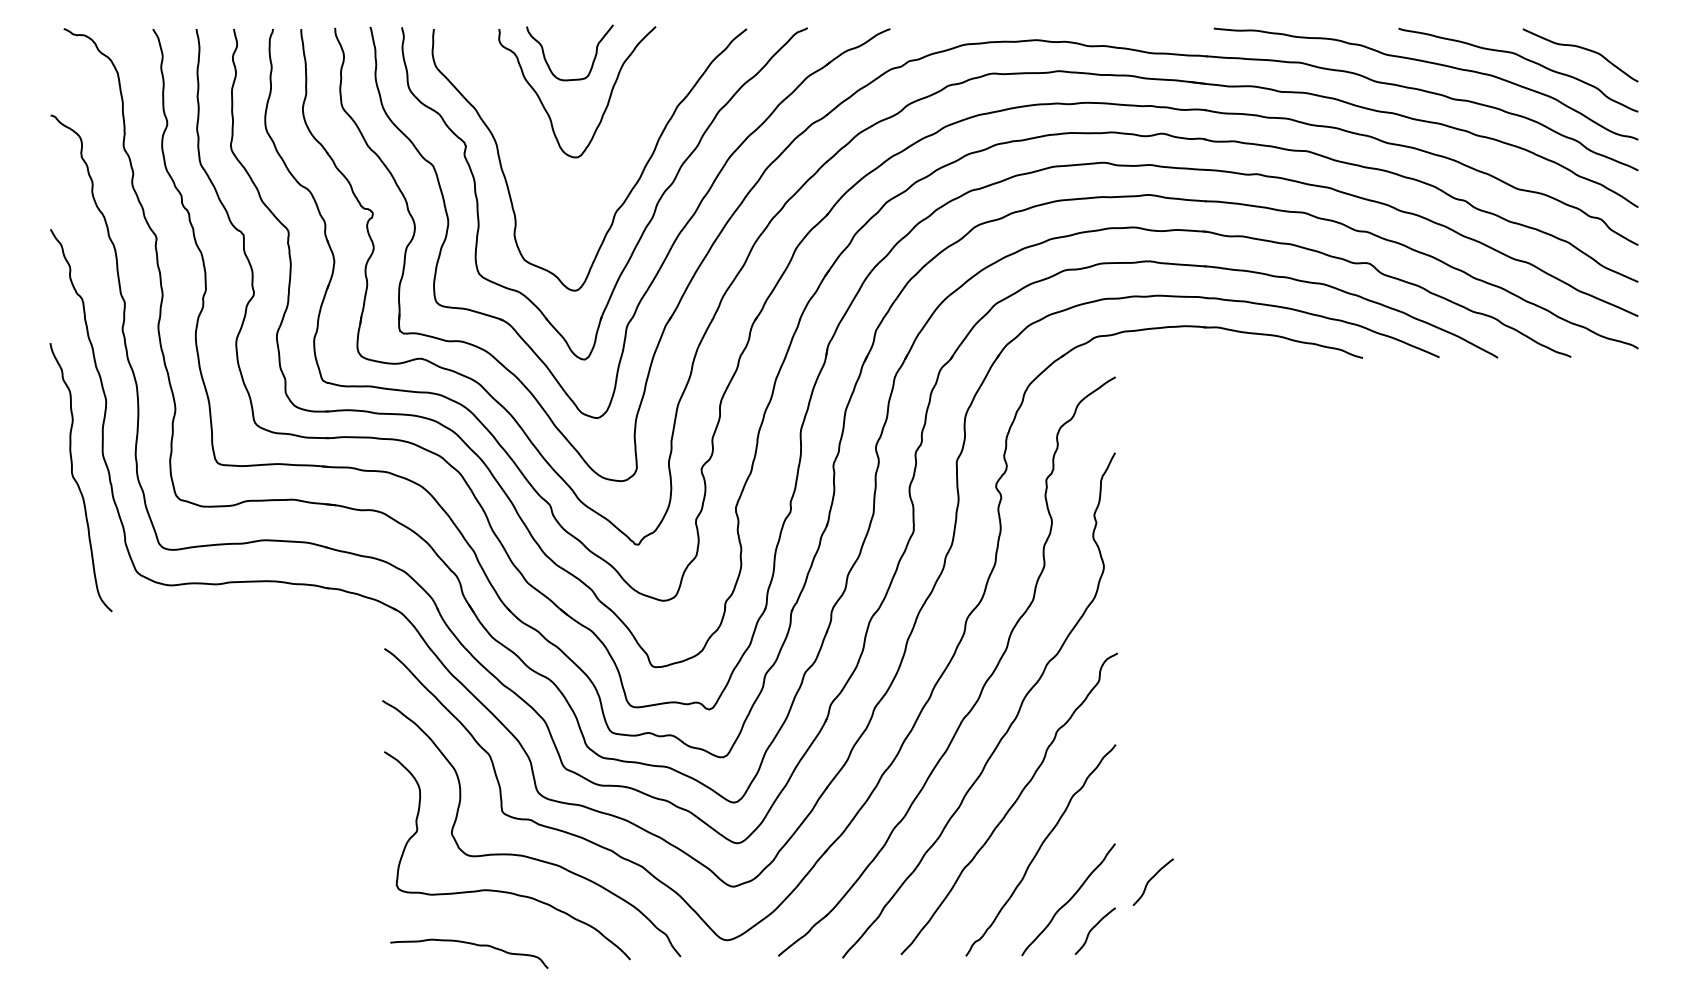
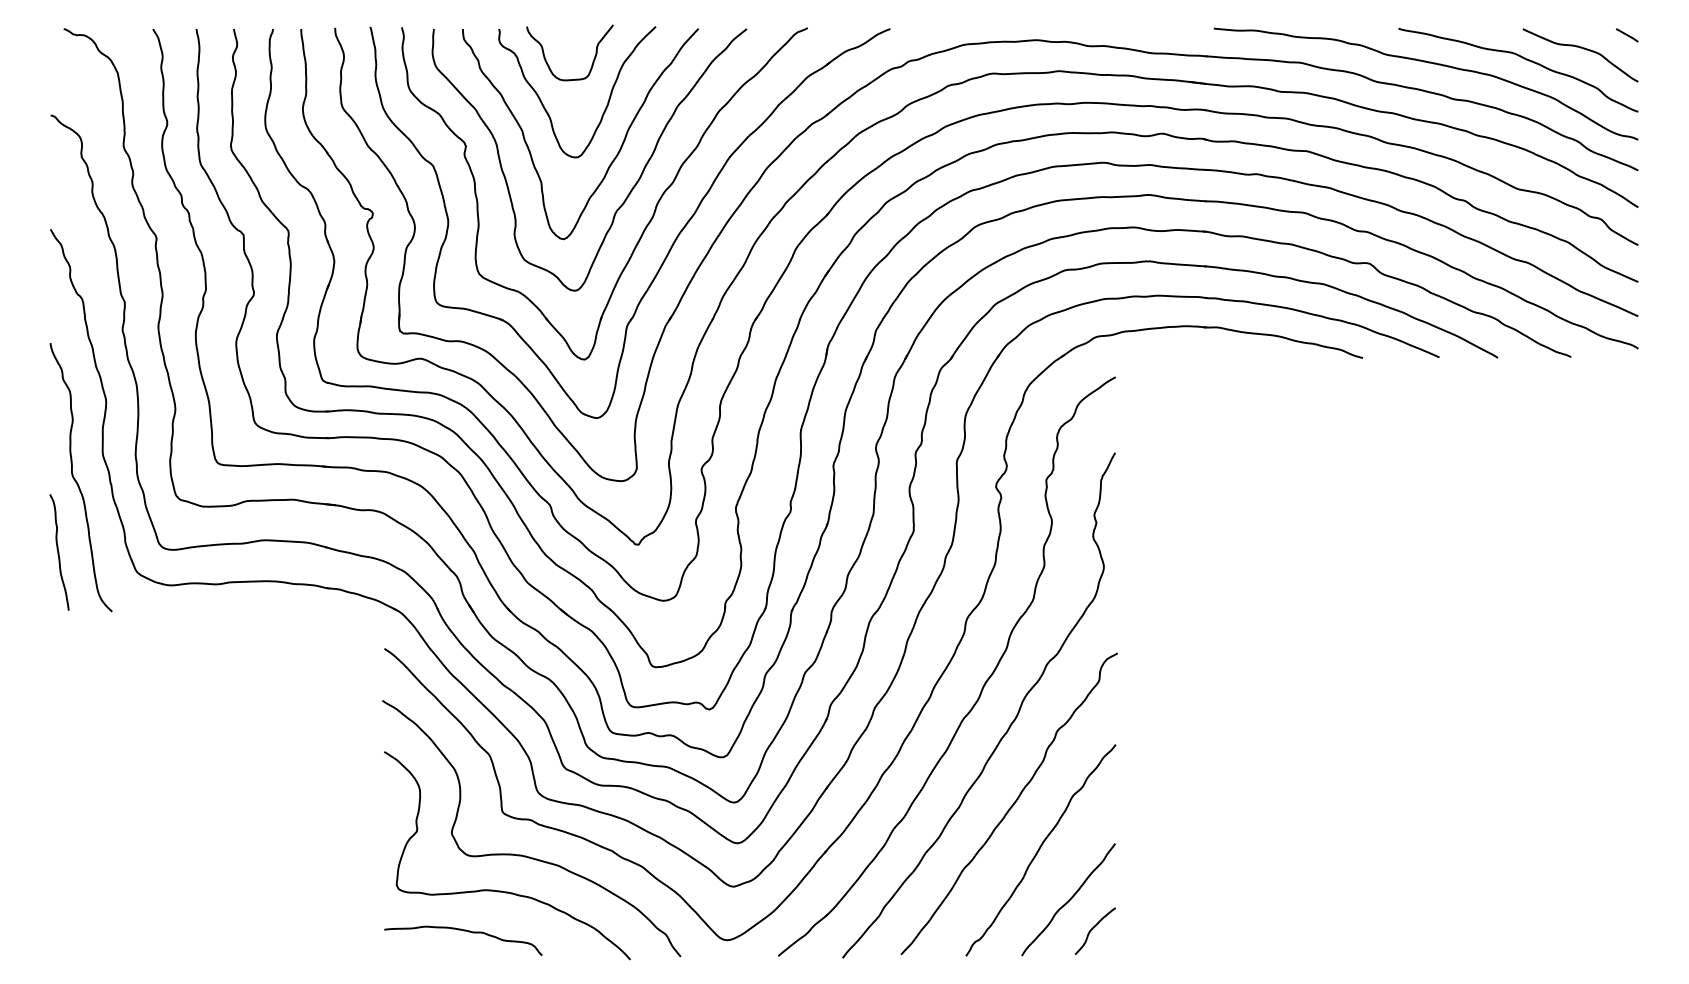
line at (1627, 35): none -> present
curve at (614, 157): none -> present
curve at (59, 552): none -> present
curve at (1151, 879): present -> none
curve at (469, 944) position: (469, 944) -> (463, 931)
